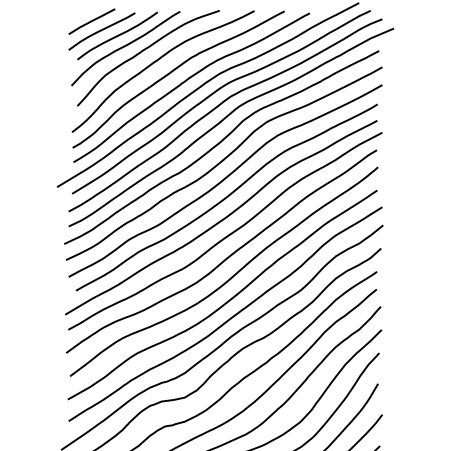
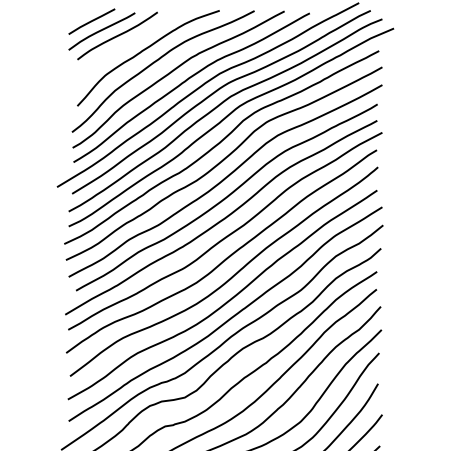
curve at (124, 47): present -> none
